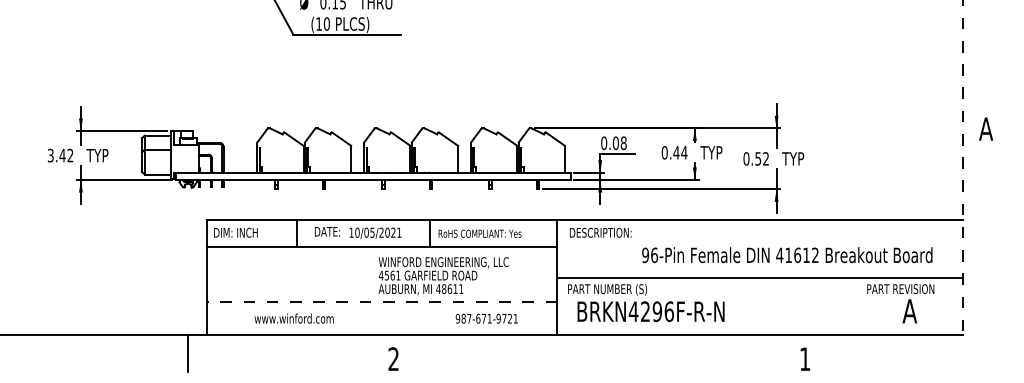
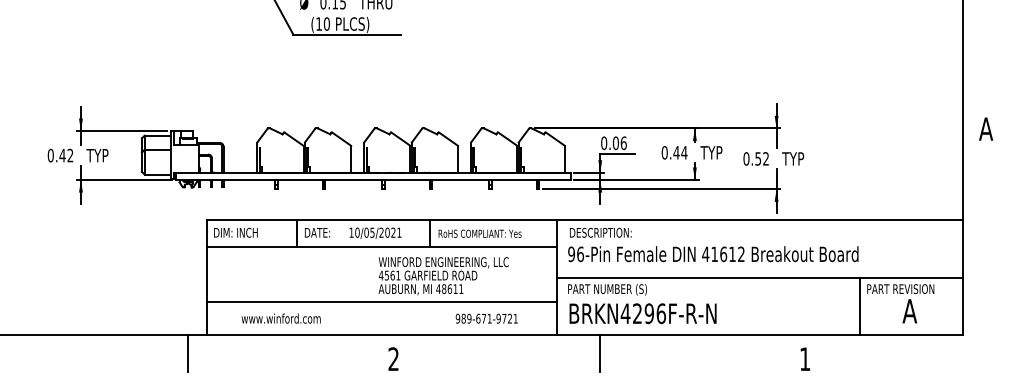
text at (623, 142): 0.08 -> 0.06
text at (50, 155): 3.42 -> 0.42
line at (962, 168): dashed -> solid
text at (327, 231) position: (327, 231) -> (317, 232)
text at (787, 255) position: (787, 255) -> (713, 254)
line at (381, 301): dashed -> solid
line at (859, 306): none -> present
text at (650, 311) position: (650, 311) -> (642, 313)
text at (293, 318) position: (293, 318) -> (280, 318)
text at (469, 318): 987-671-9721 -> 989-671-9721
line at (599, 353): none -> present
